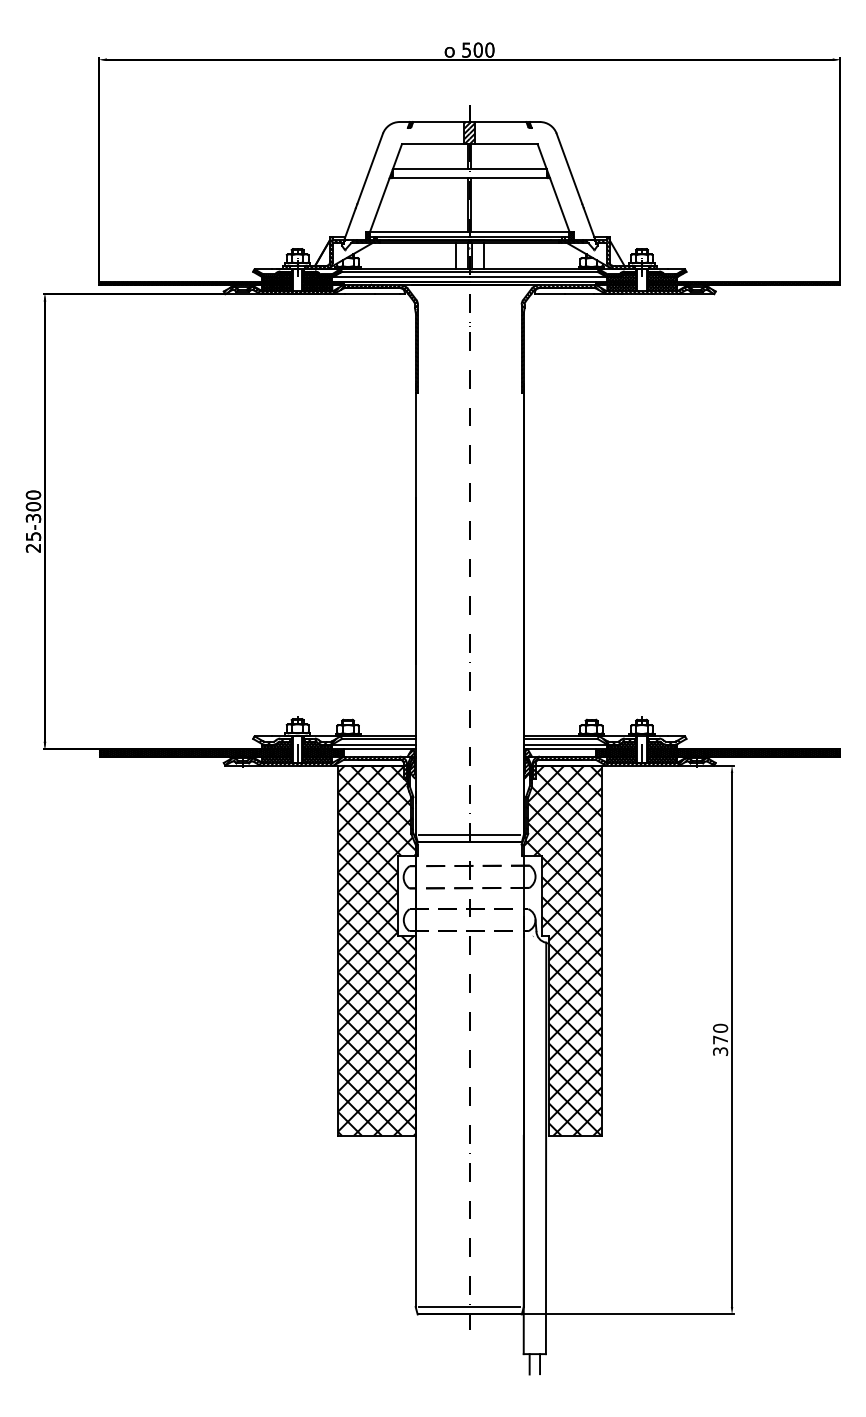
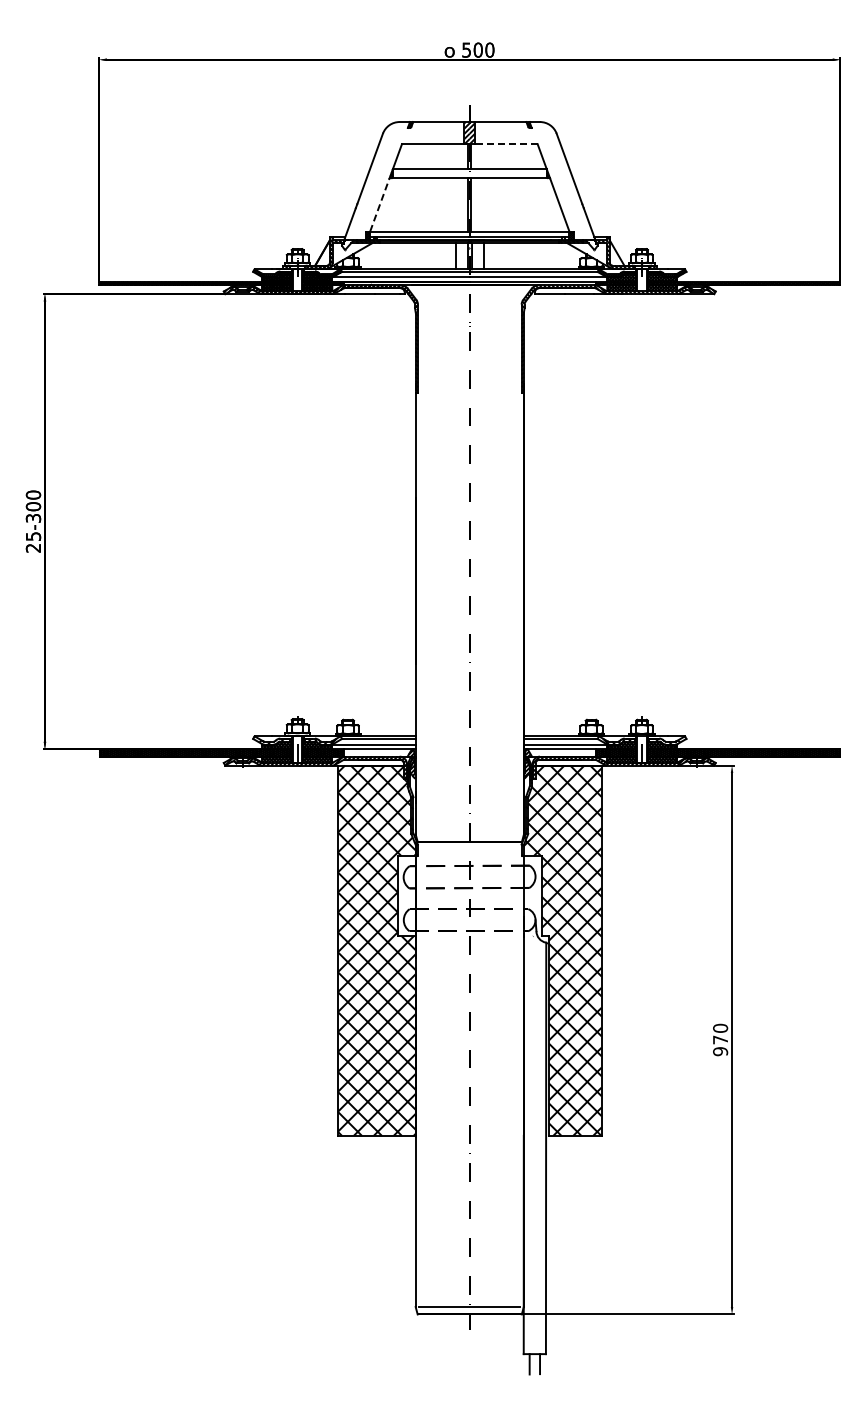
line at (505, 144): solid -> dashed
line at (380, 204): solid -> dashed
line at (469, 834): present -> none
text at (720, 1051): 370 -> 970
